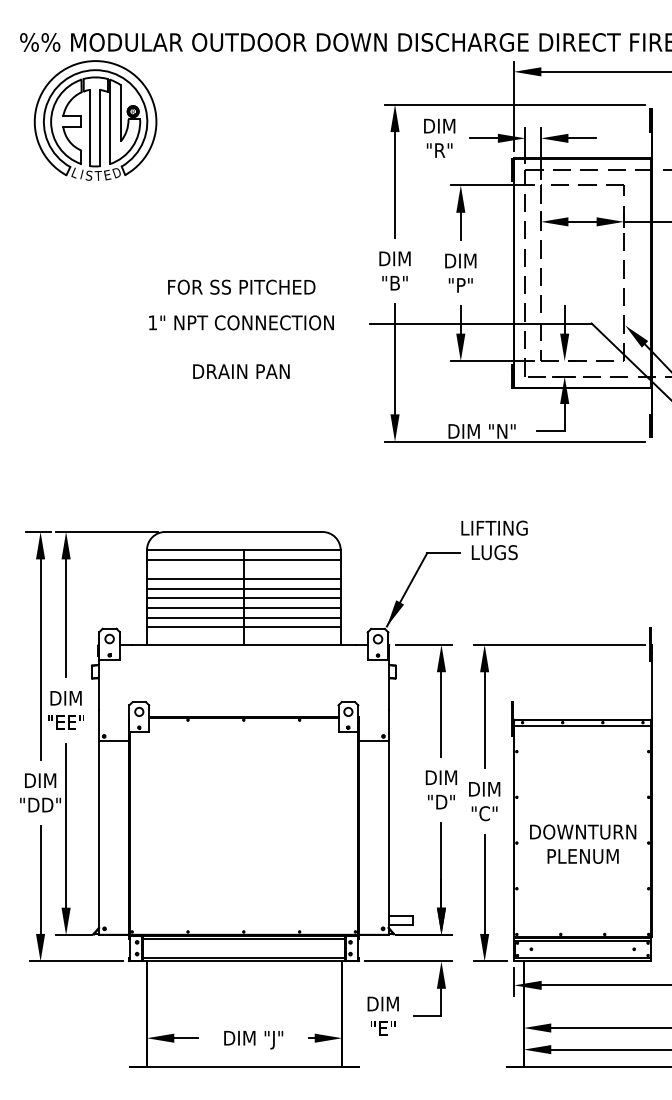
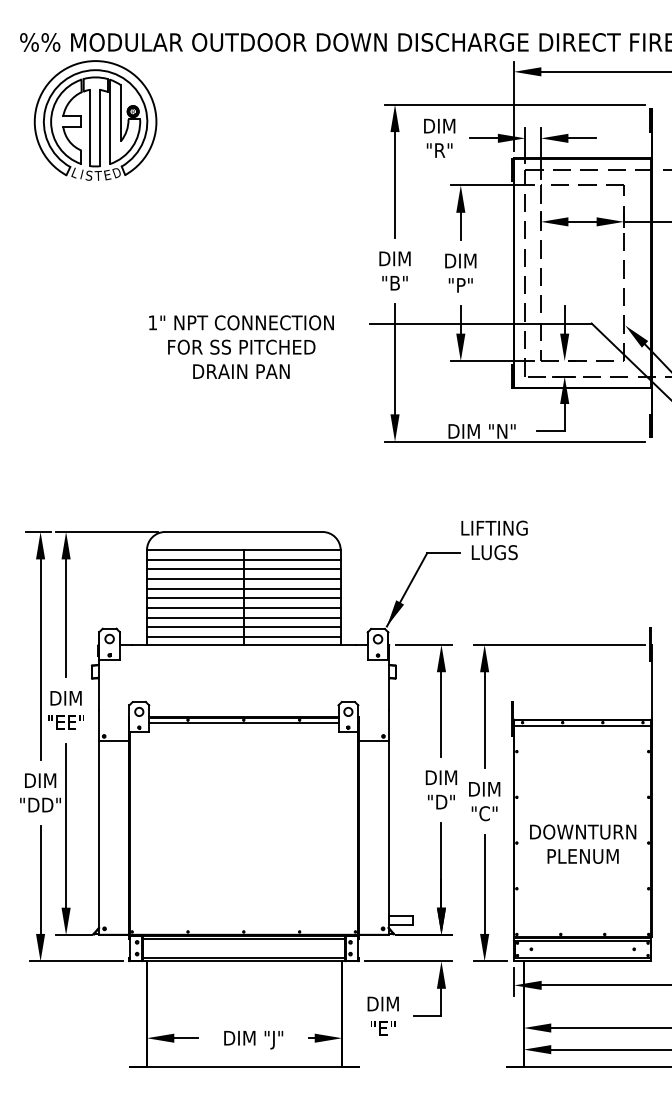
text at (241, 286) position: (241, 286) -> (241, 346)
line at (243, 569): none -> present
line at (243, 636): none -> present
line at (243, 722): none -> present
